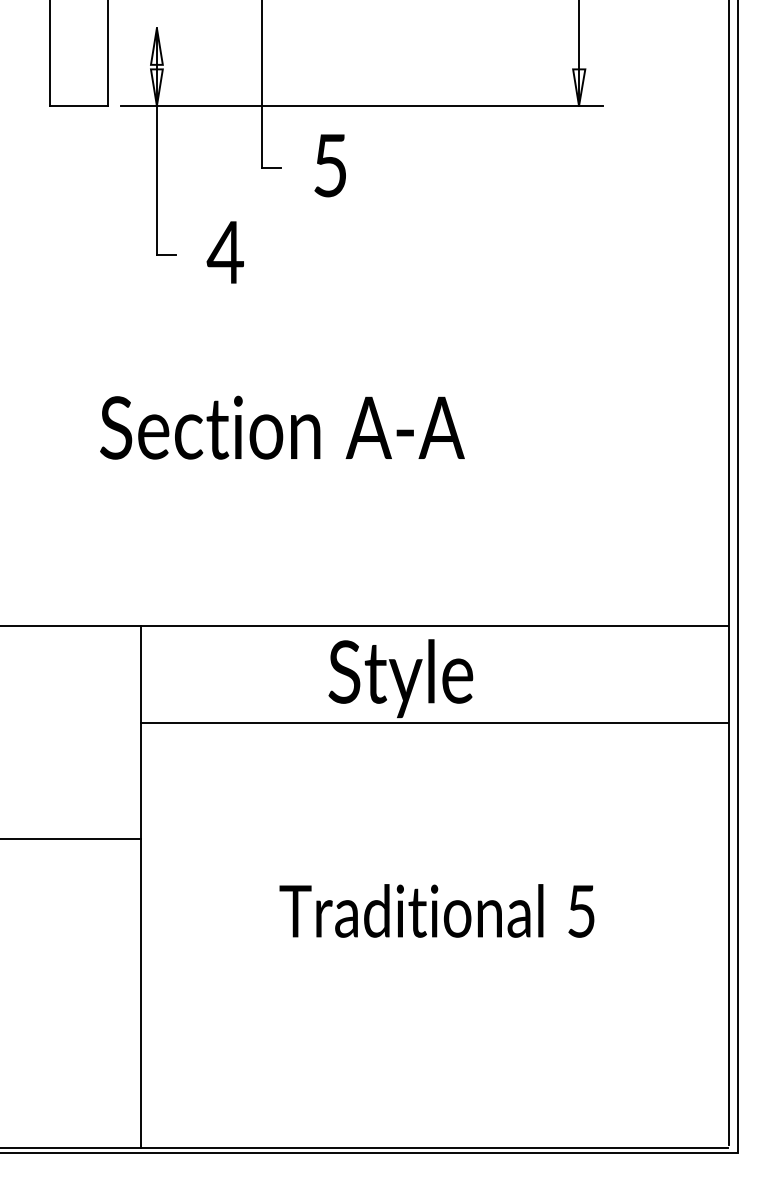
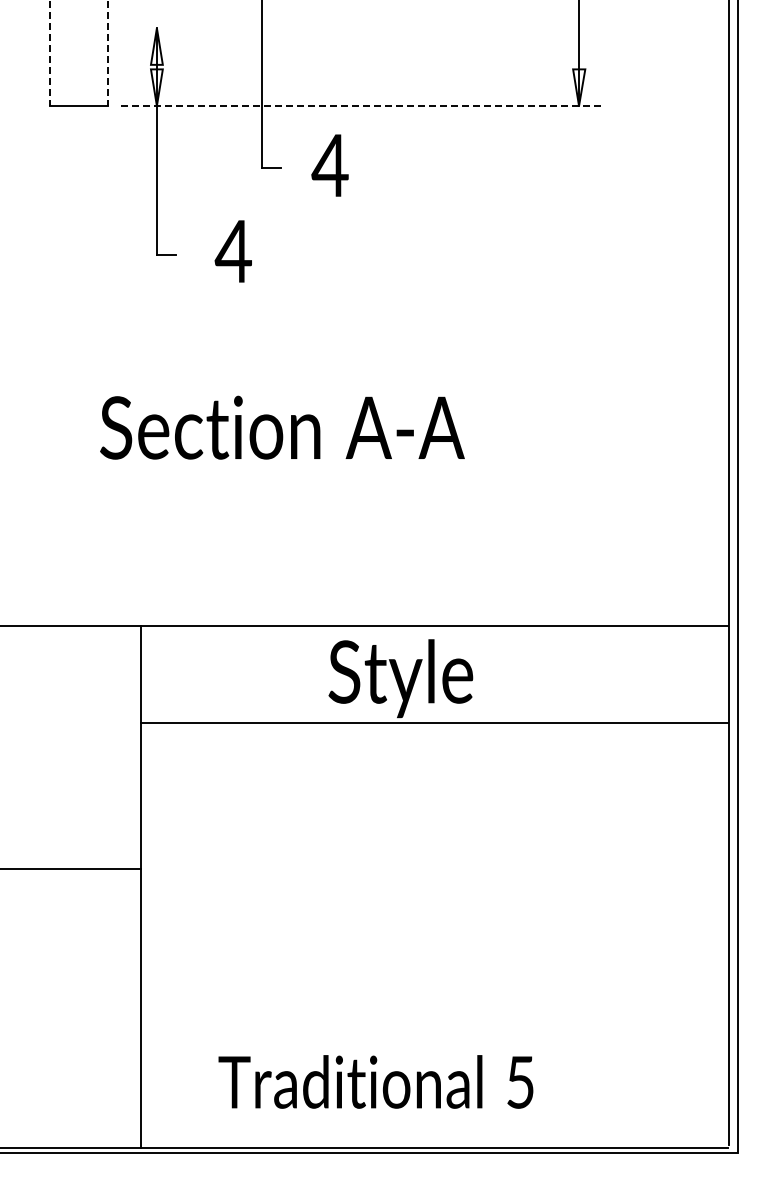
line at (49, 53): solid -> dashed
line at (108, 53): solid -> dashed
line at (362, 106): solid -> dashed
text at (329, 165): 5 -> 4
text at (224, 252) position: (224, 252) -> (232, 251)
line at (71, 838) position: (71, 838) -> (71, 868)
text at (436, 910) position: (436, 910) -> (375, 1081)
